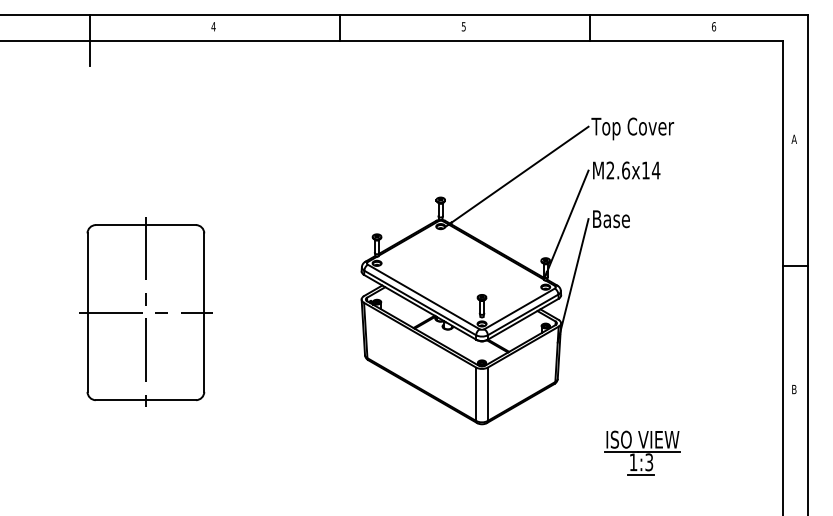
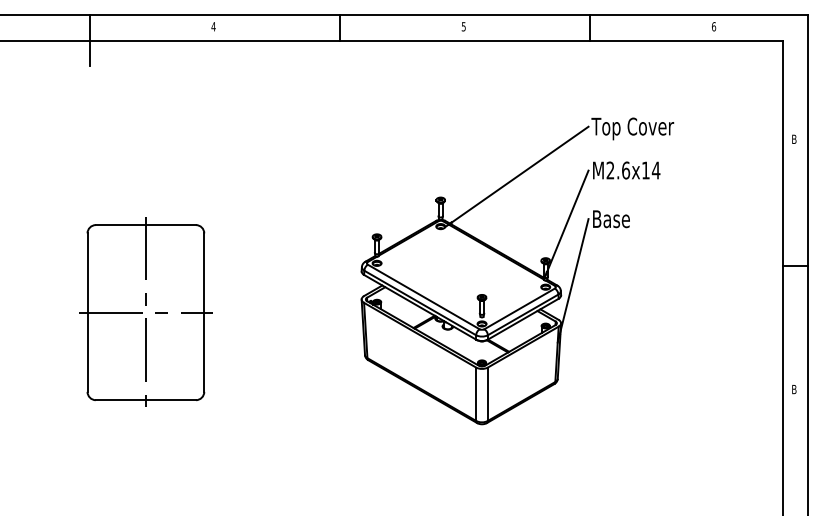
text at (793, 138): A -> B
part at (642, 452): present -> none
